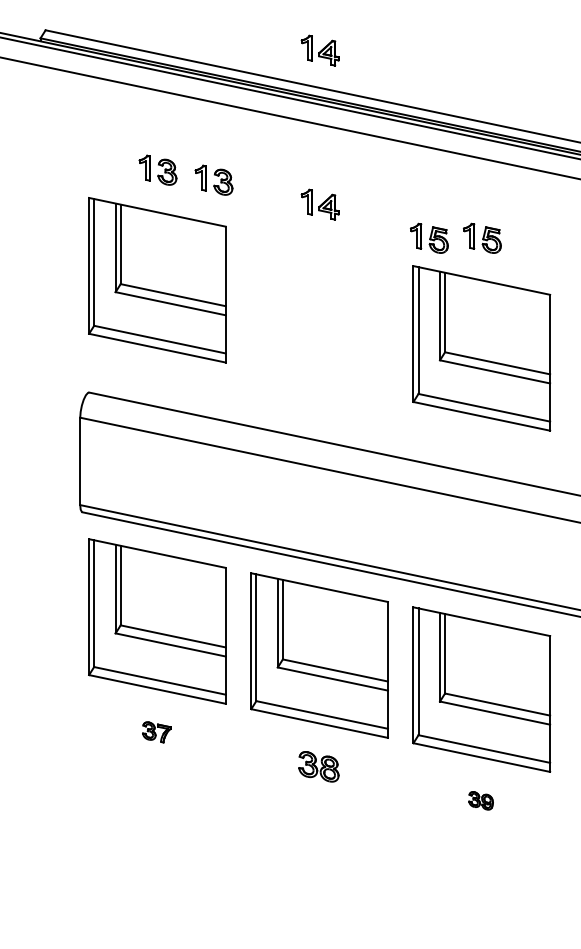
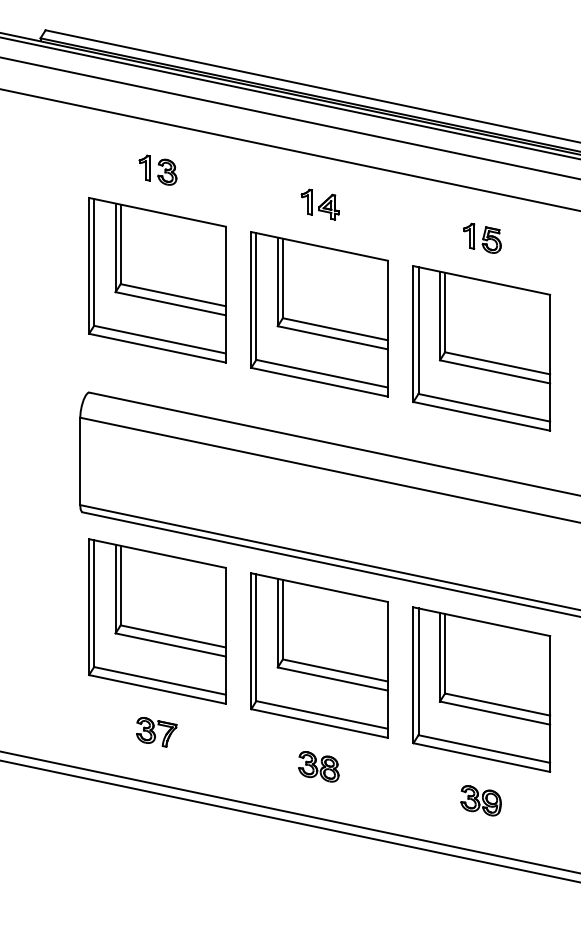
part at (319, 50): present -> none
line at (289, 149): none -> present
part at (213, 179): present -> none
part at (429, 237): present -> none
part at (319, 314): none -> present
part at (156, 732) size: 30x23 px -> 42x31 px
part at (480, 800) size: 26x20 px -> 42x32 px
line at (289, 812): none -> present
line at (289, 821): none -> present
